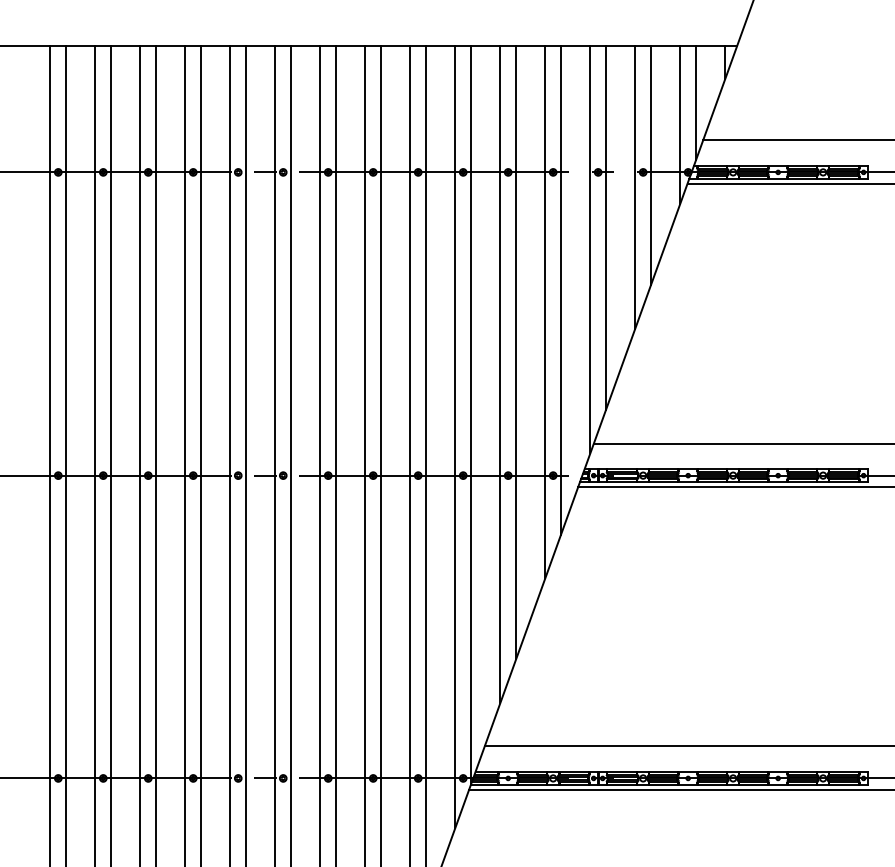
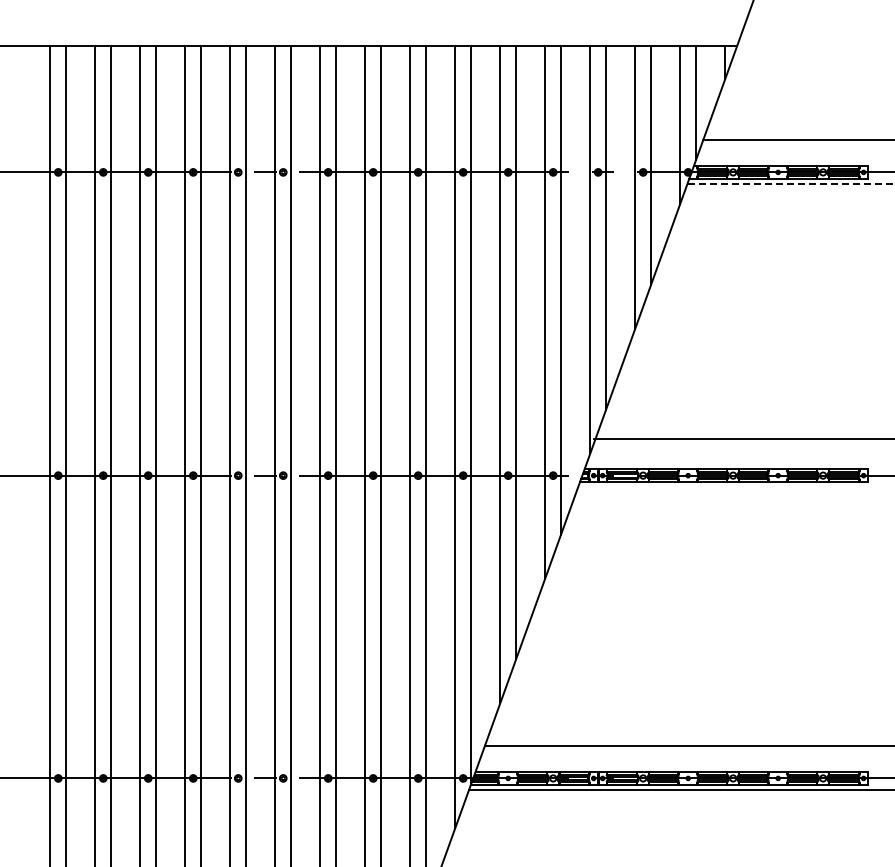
line at (791, 183): solid -> dashed
line at (742, 443) position: (742, 443) -> (742, 438)
line at (734, 486): present -> none
